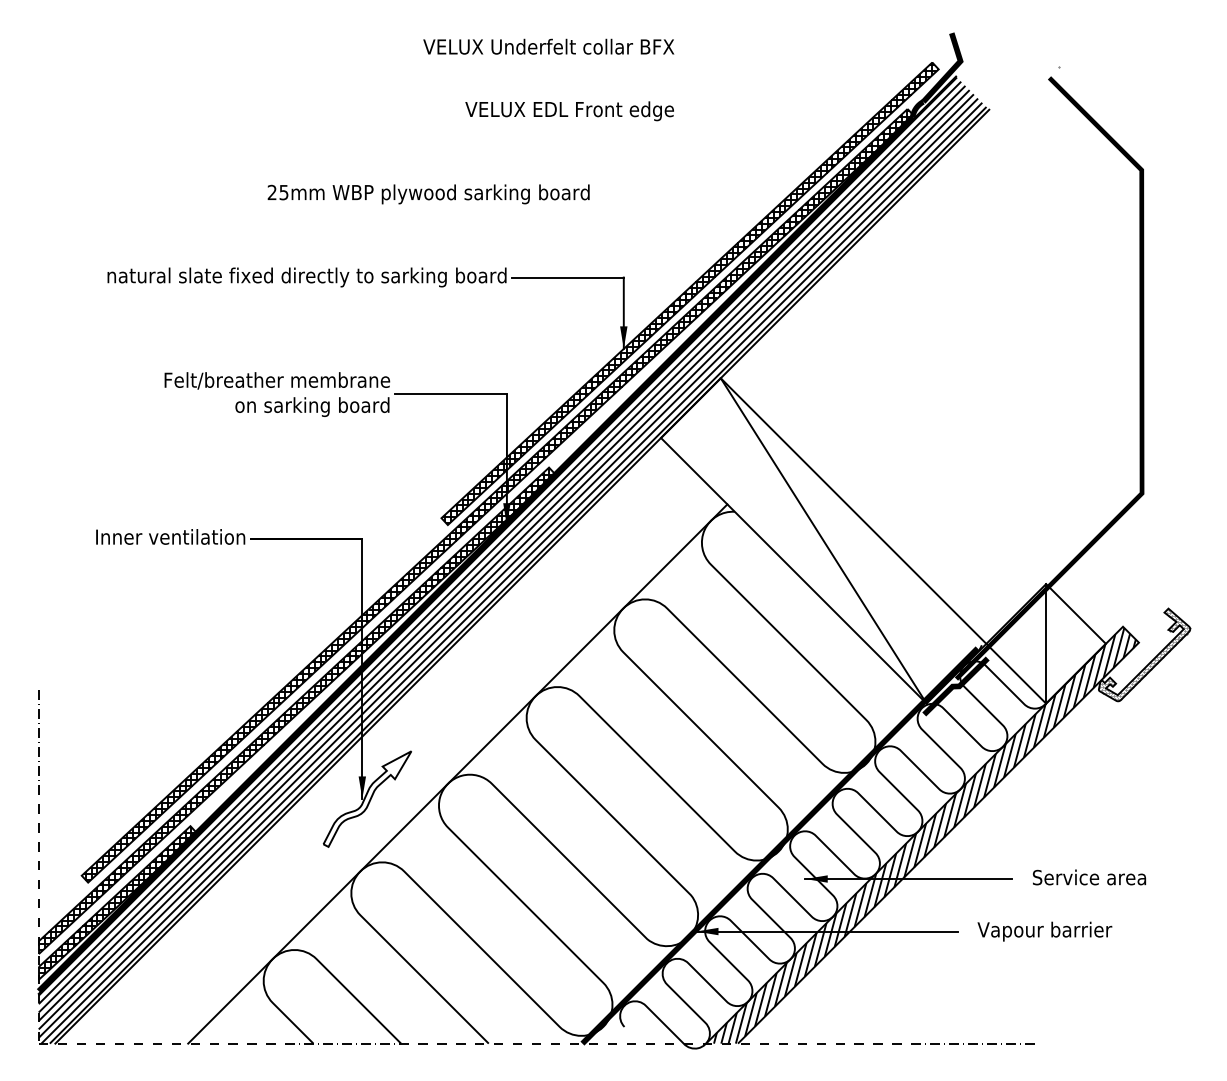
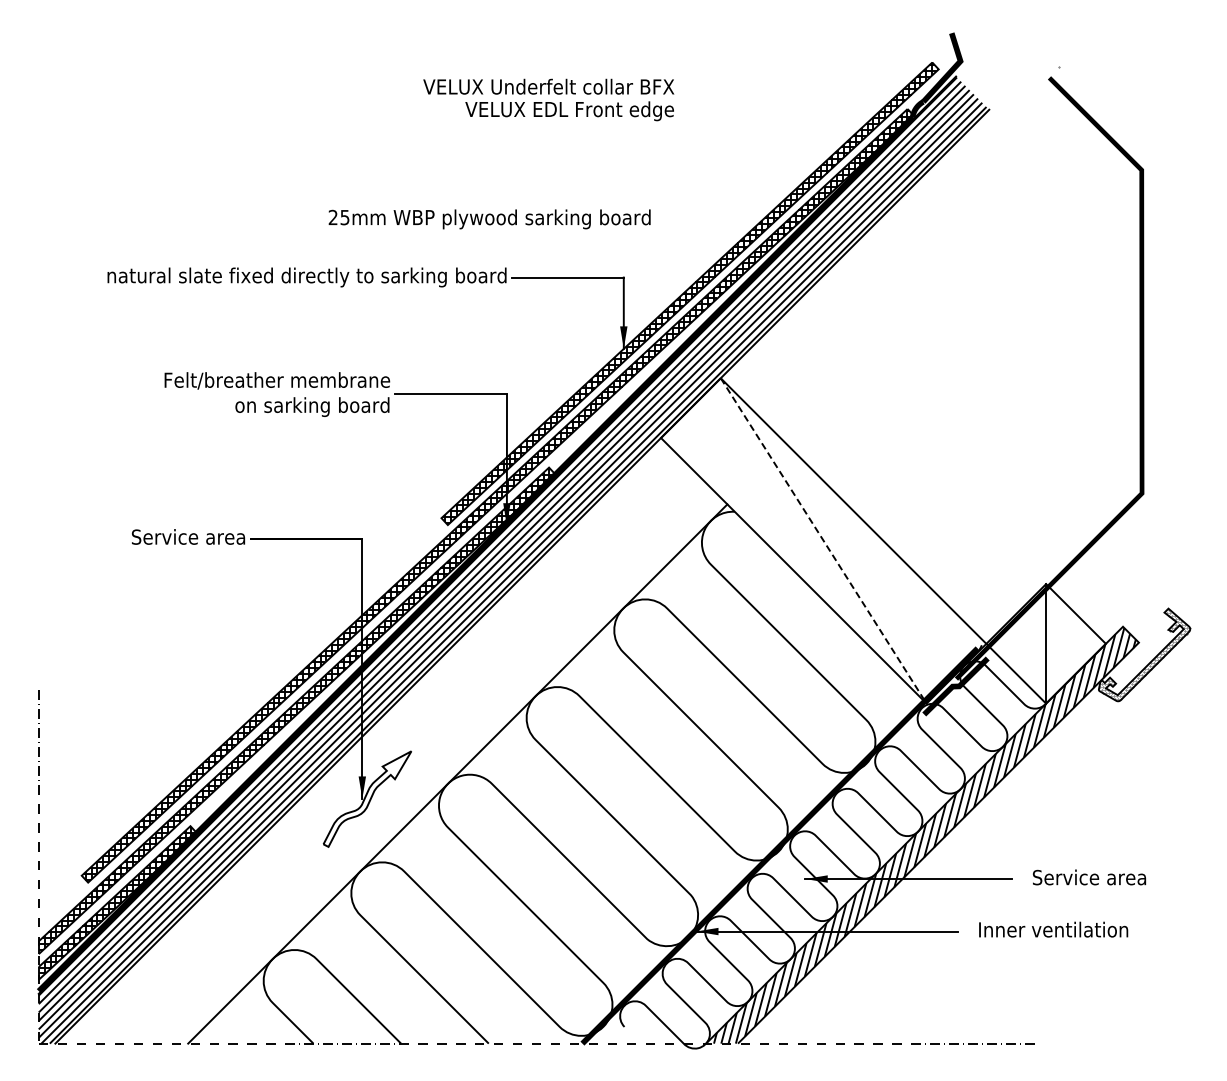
text at (548, 46) position: (548, 46) -> (548, 86)
text at (428, 194) position: (428, 194) -> (489, 219)
text at (170, 536): Inner ventilation -> Service area
line at (823, 540): solid -> dashed
text at (1052, 931): Vapour barrier -> Inner ventilation
